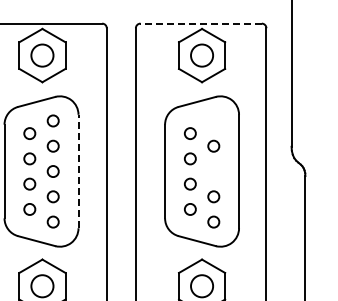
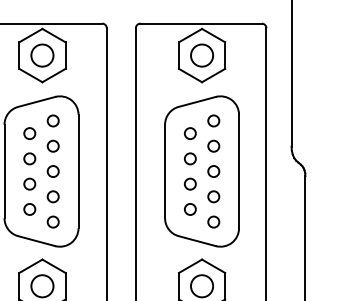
line at (201, 23): dashed -> solid
circle at (213, 120): none -> present
line at (78, 171): dashed -> solid
circle at (213, 171): none -> present
